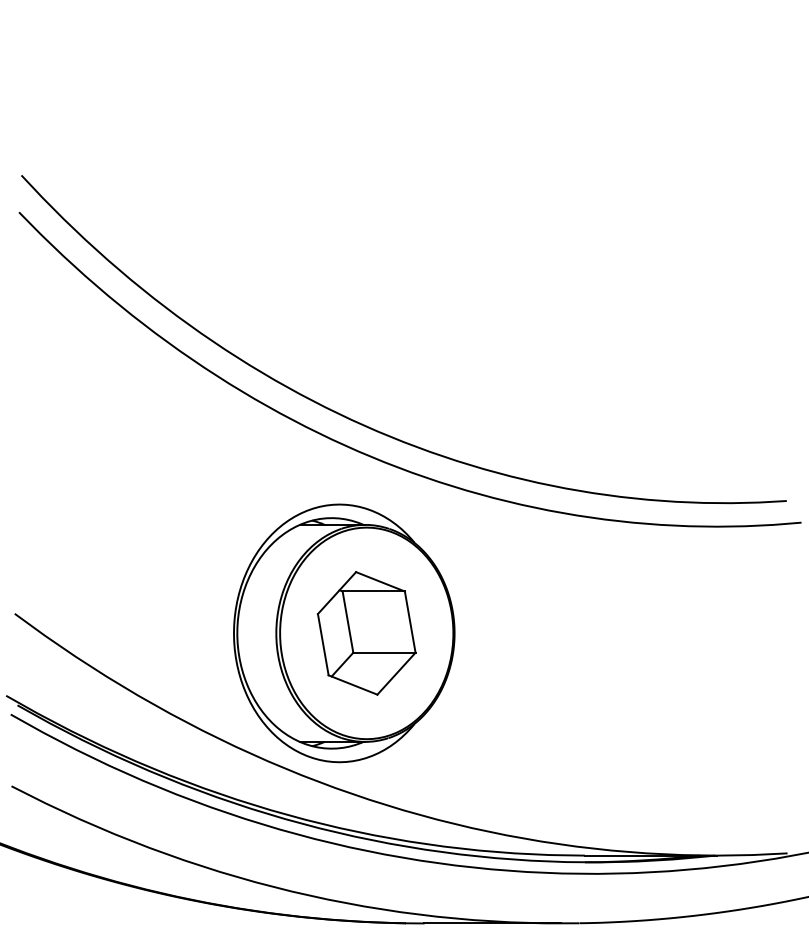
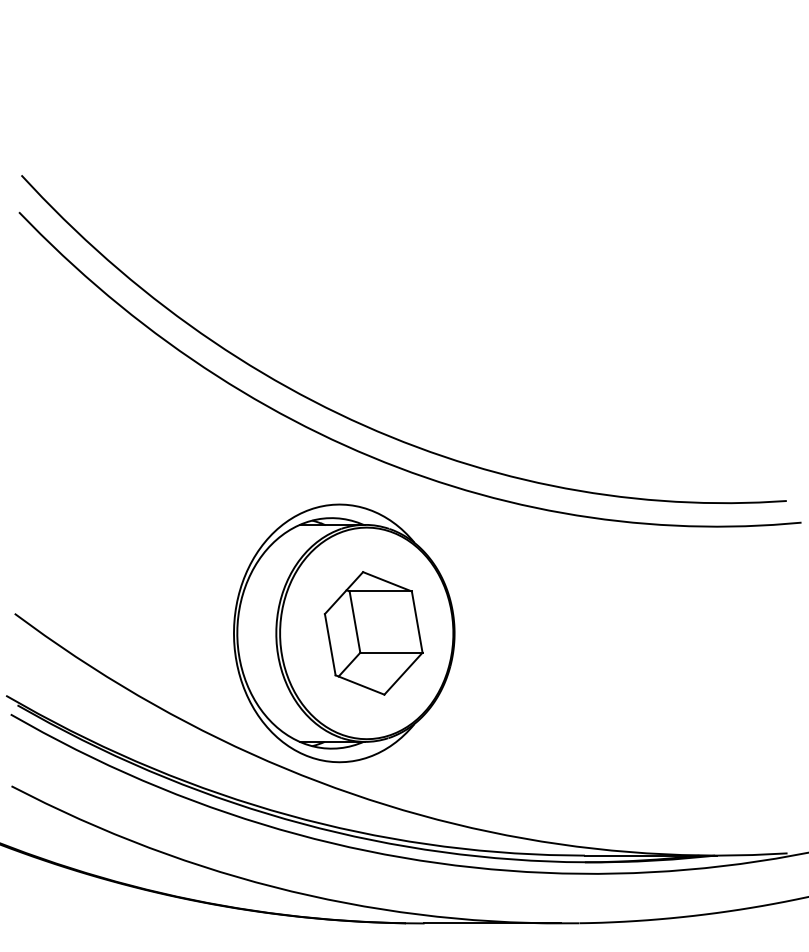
part at (366, 633) position: (366, 633) -> (373, 633)
